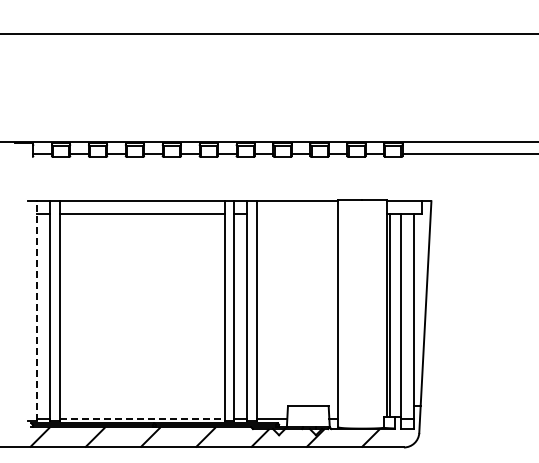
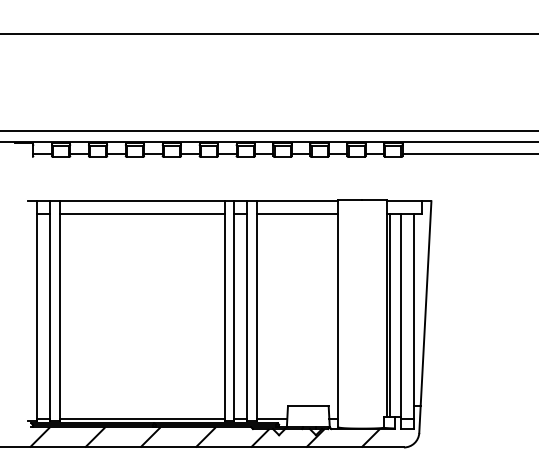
line at (268, 130): none -> present
line at (296, 213): none -> present
line at (36, 311): dashed -> solid
line at (142, 418): dashed -> solid
